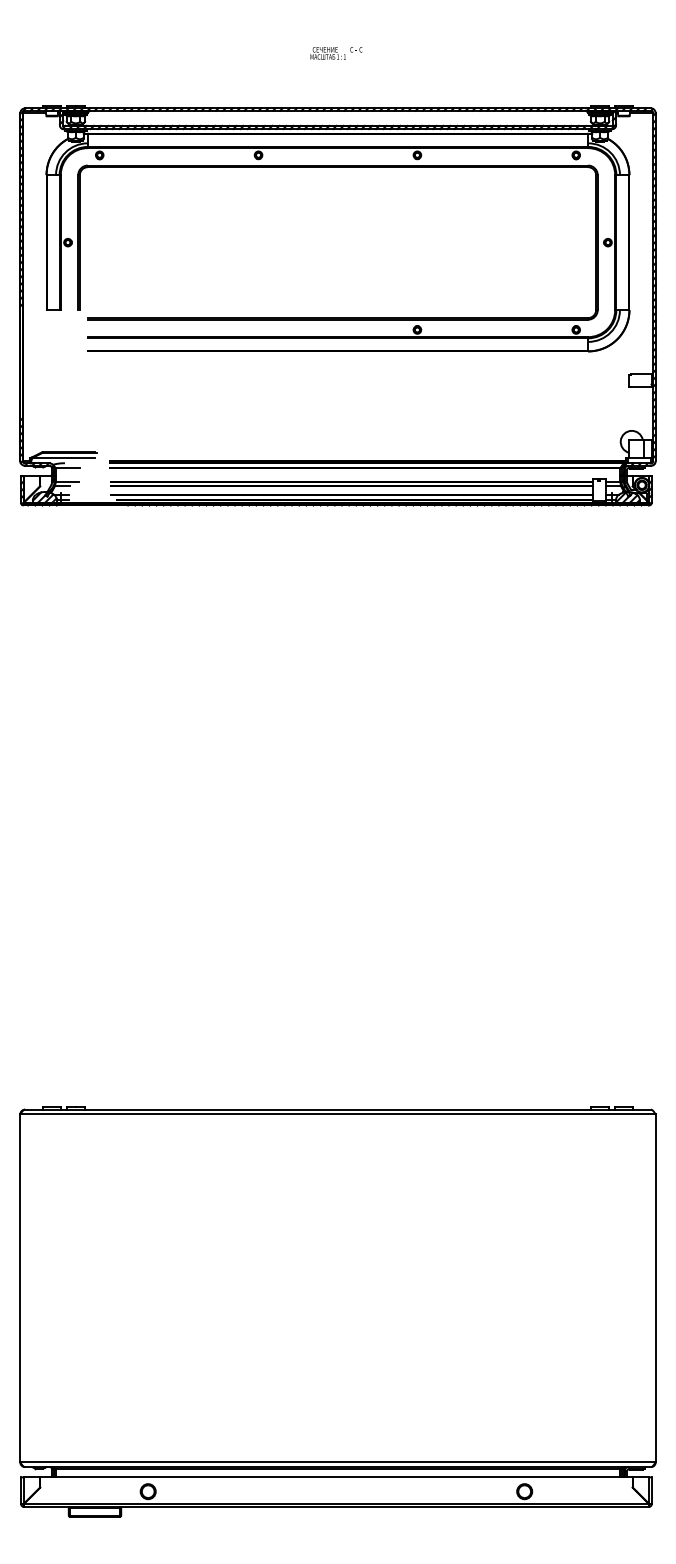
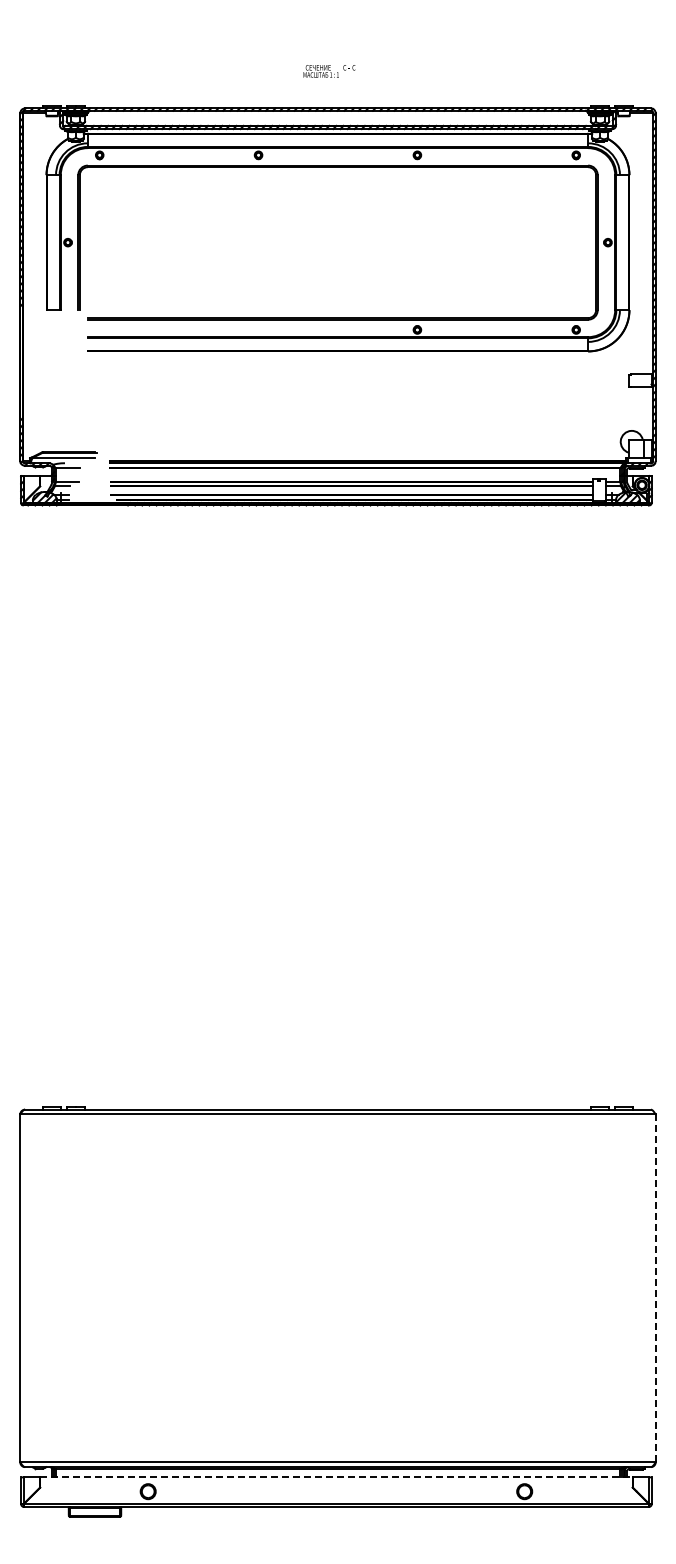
text at (336, 53) position: (336, 53) -> (329, 71)
line at (655, 1288): solid -> dashed
line at (336, 1477): solid -> dashed
